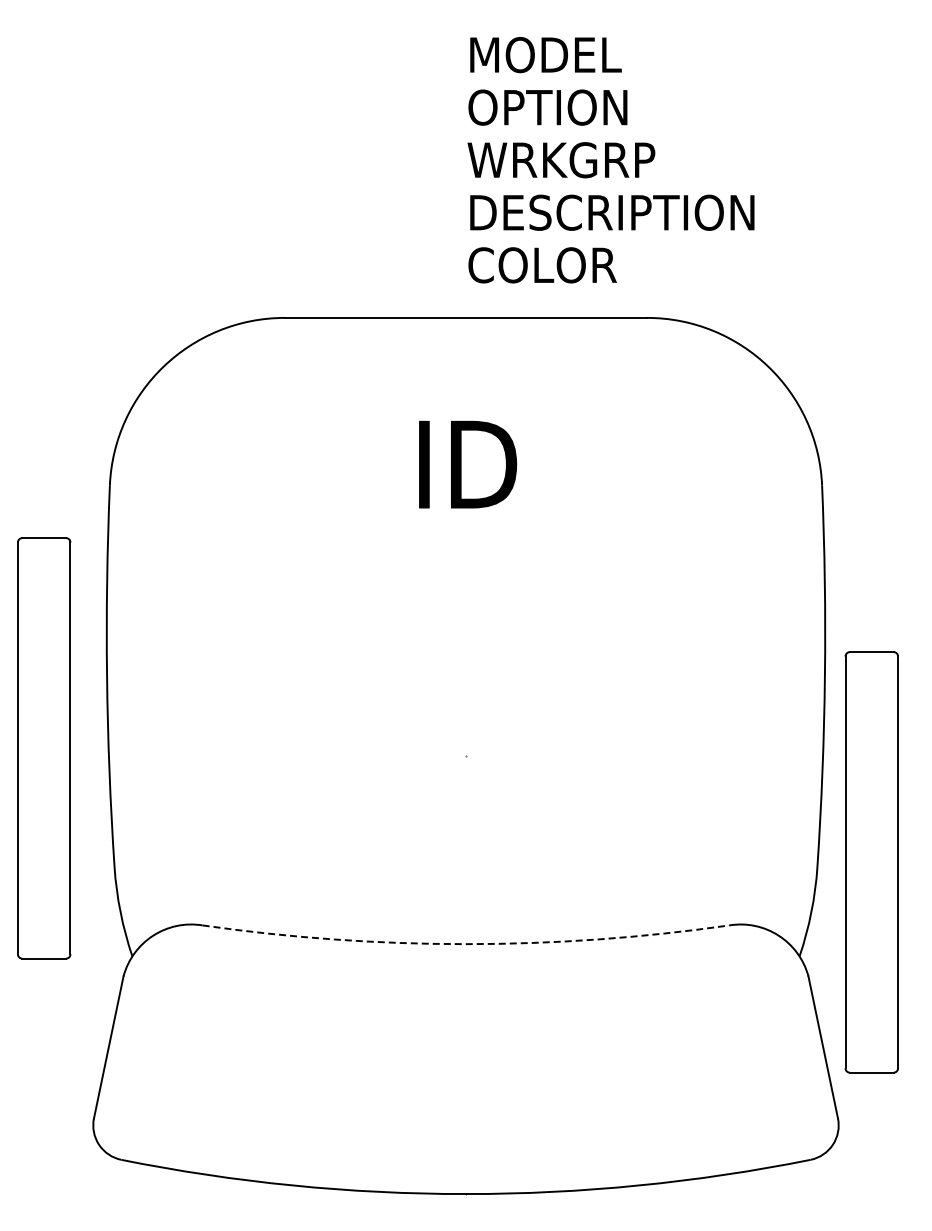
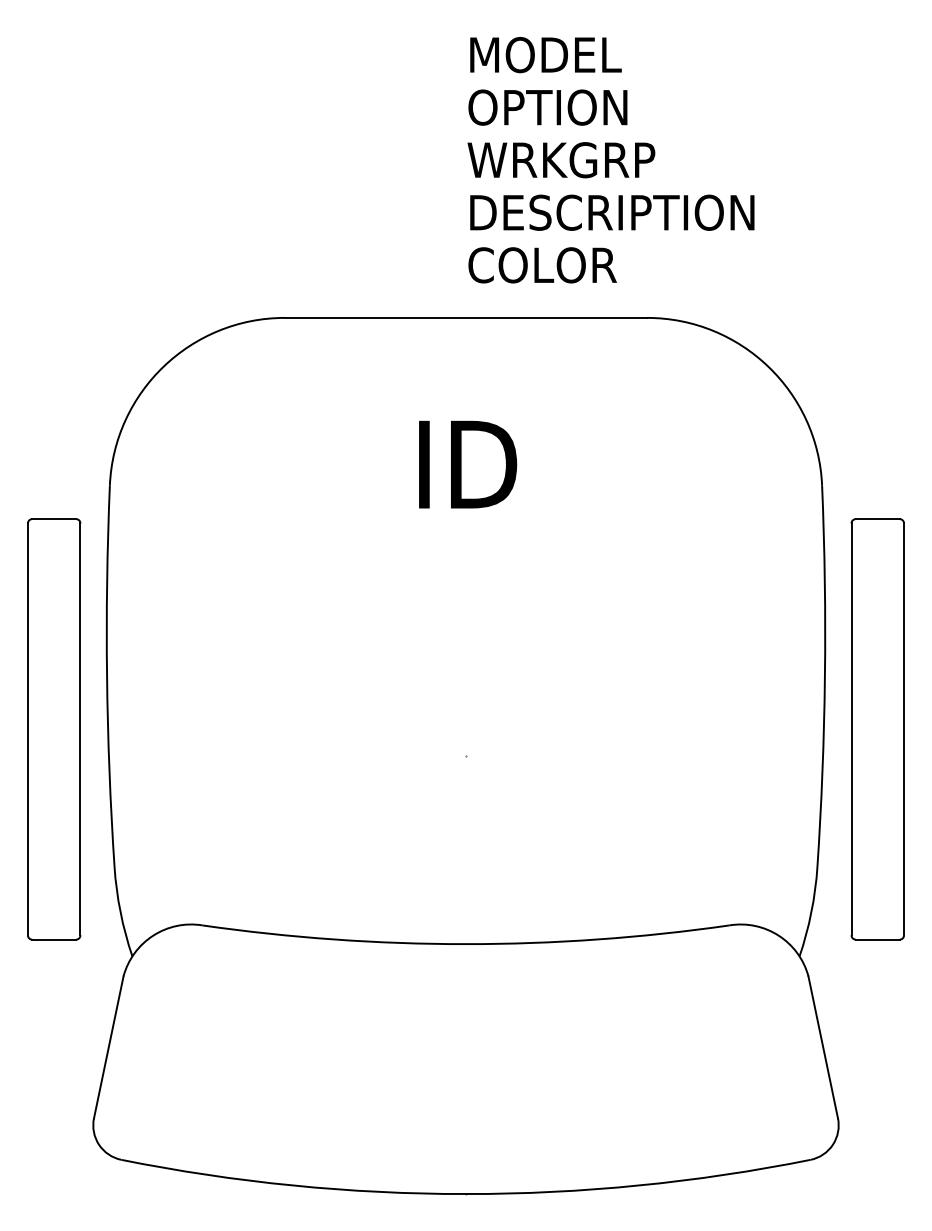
part at (44, 748) position: (44, 748) -> (54, 729)
part at (871, 862) position: (871, 862) -> (877, 729)
arc at (465, 944): dashed -> solid
